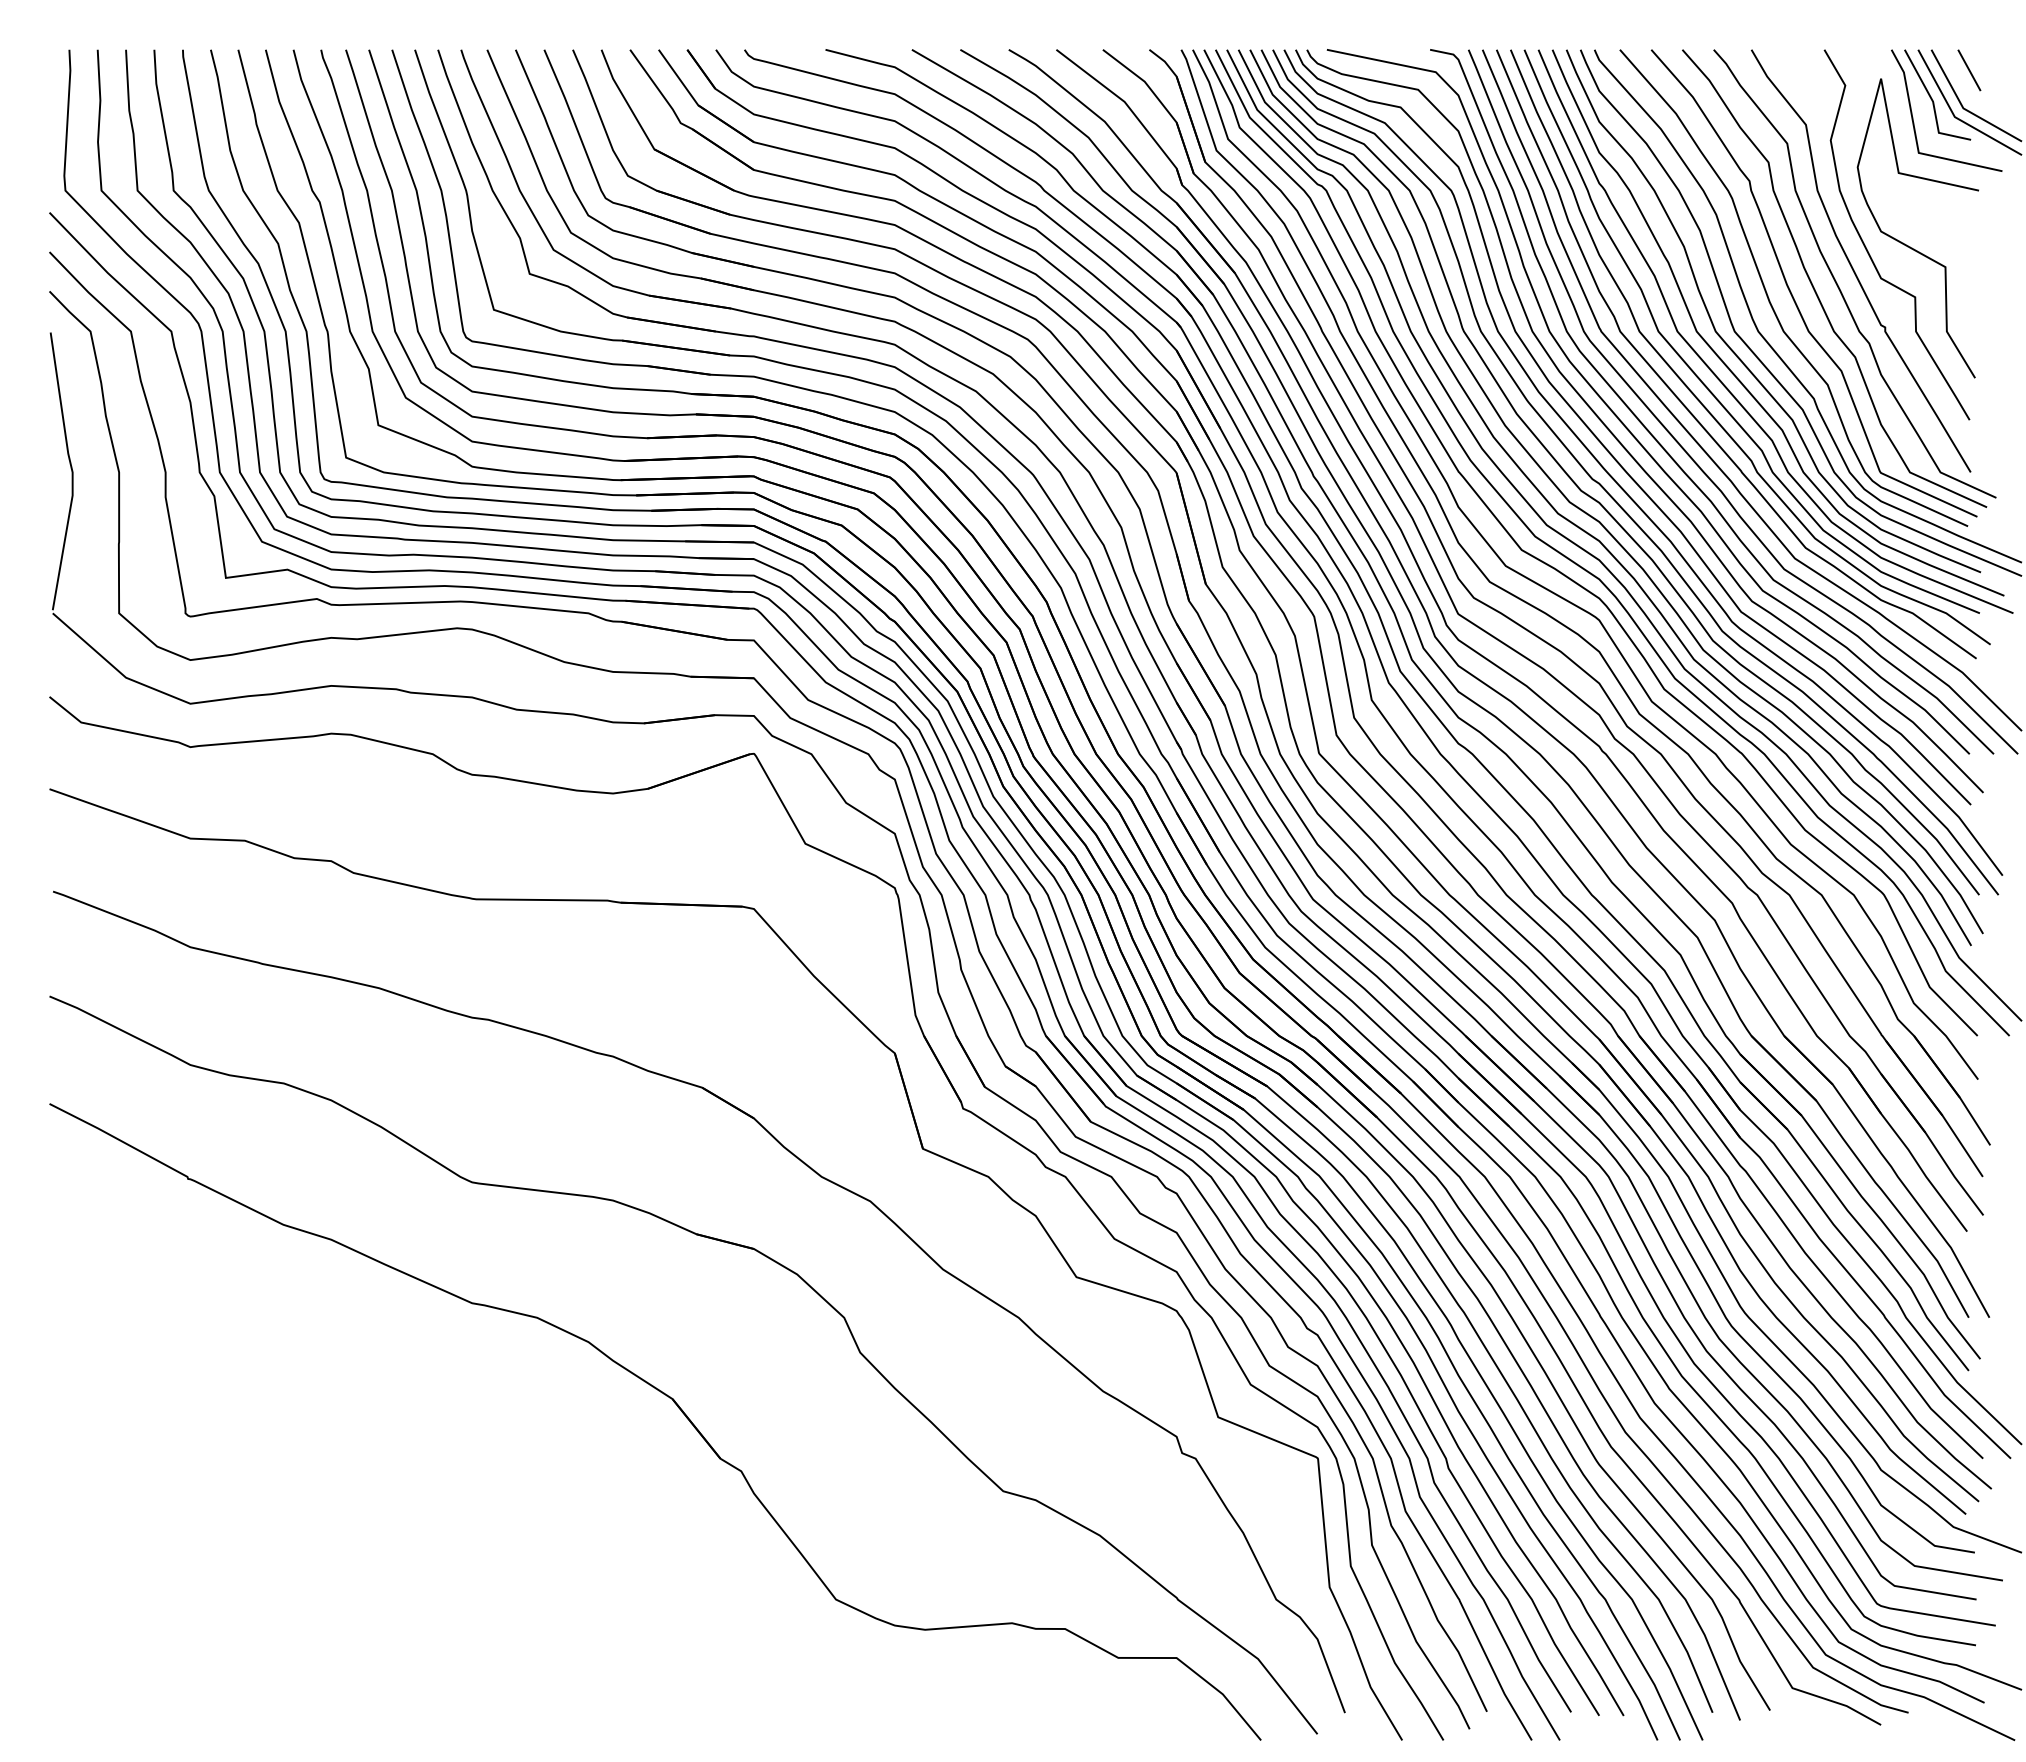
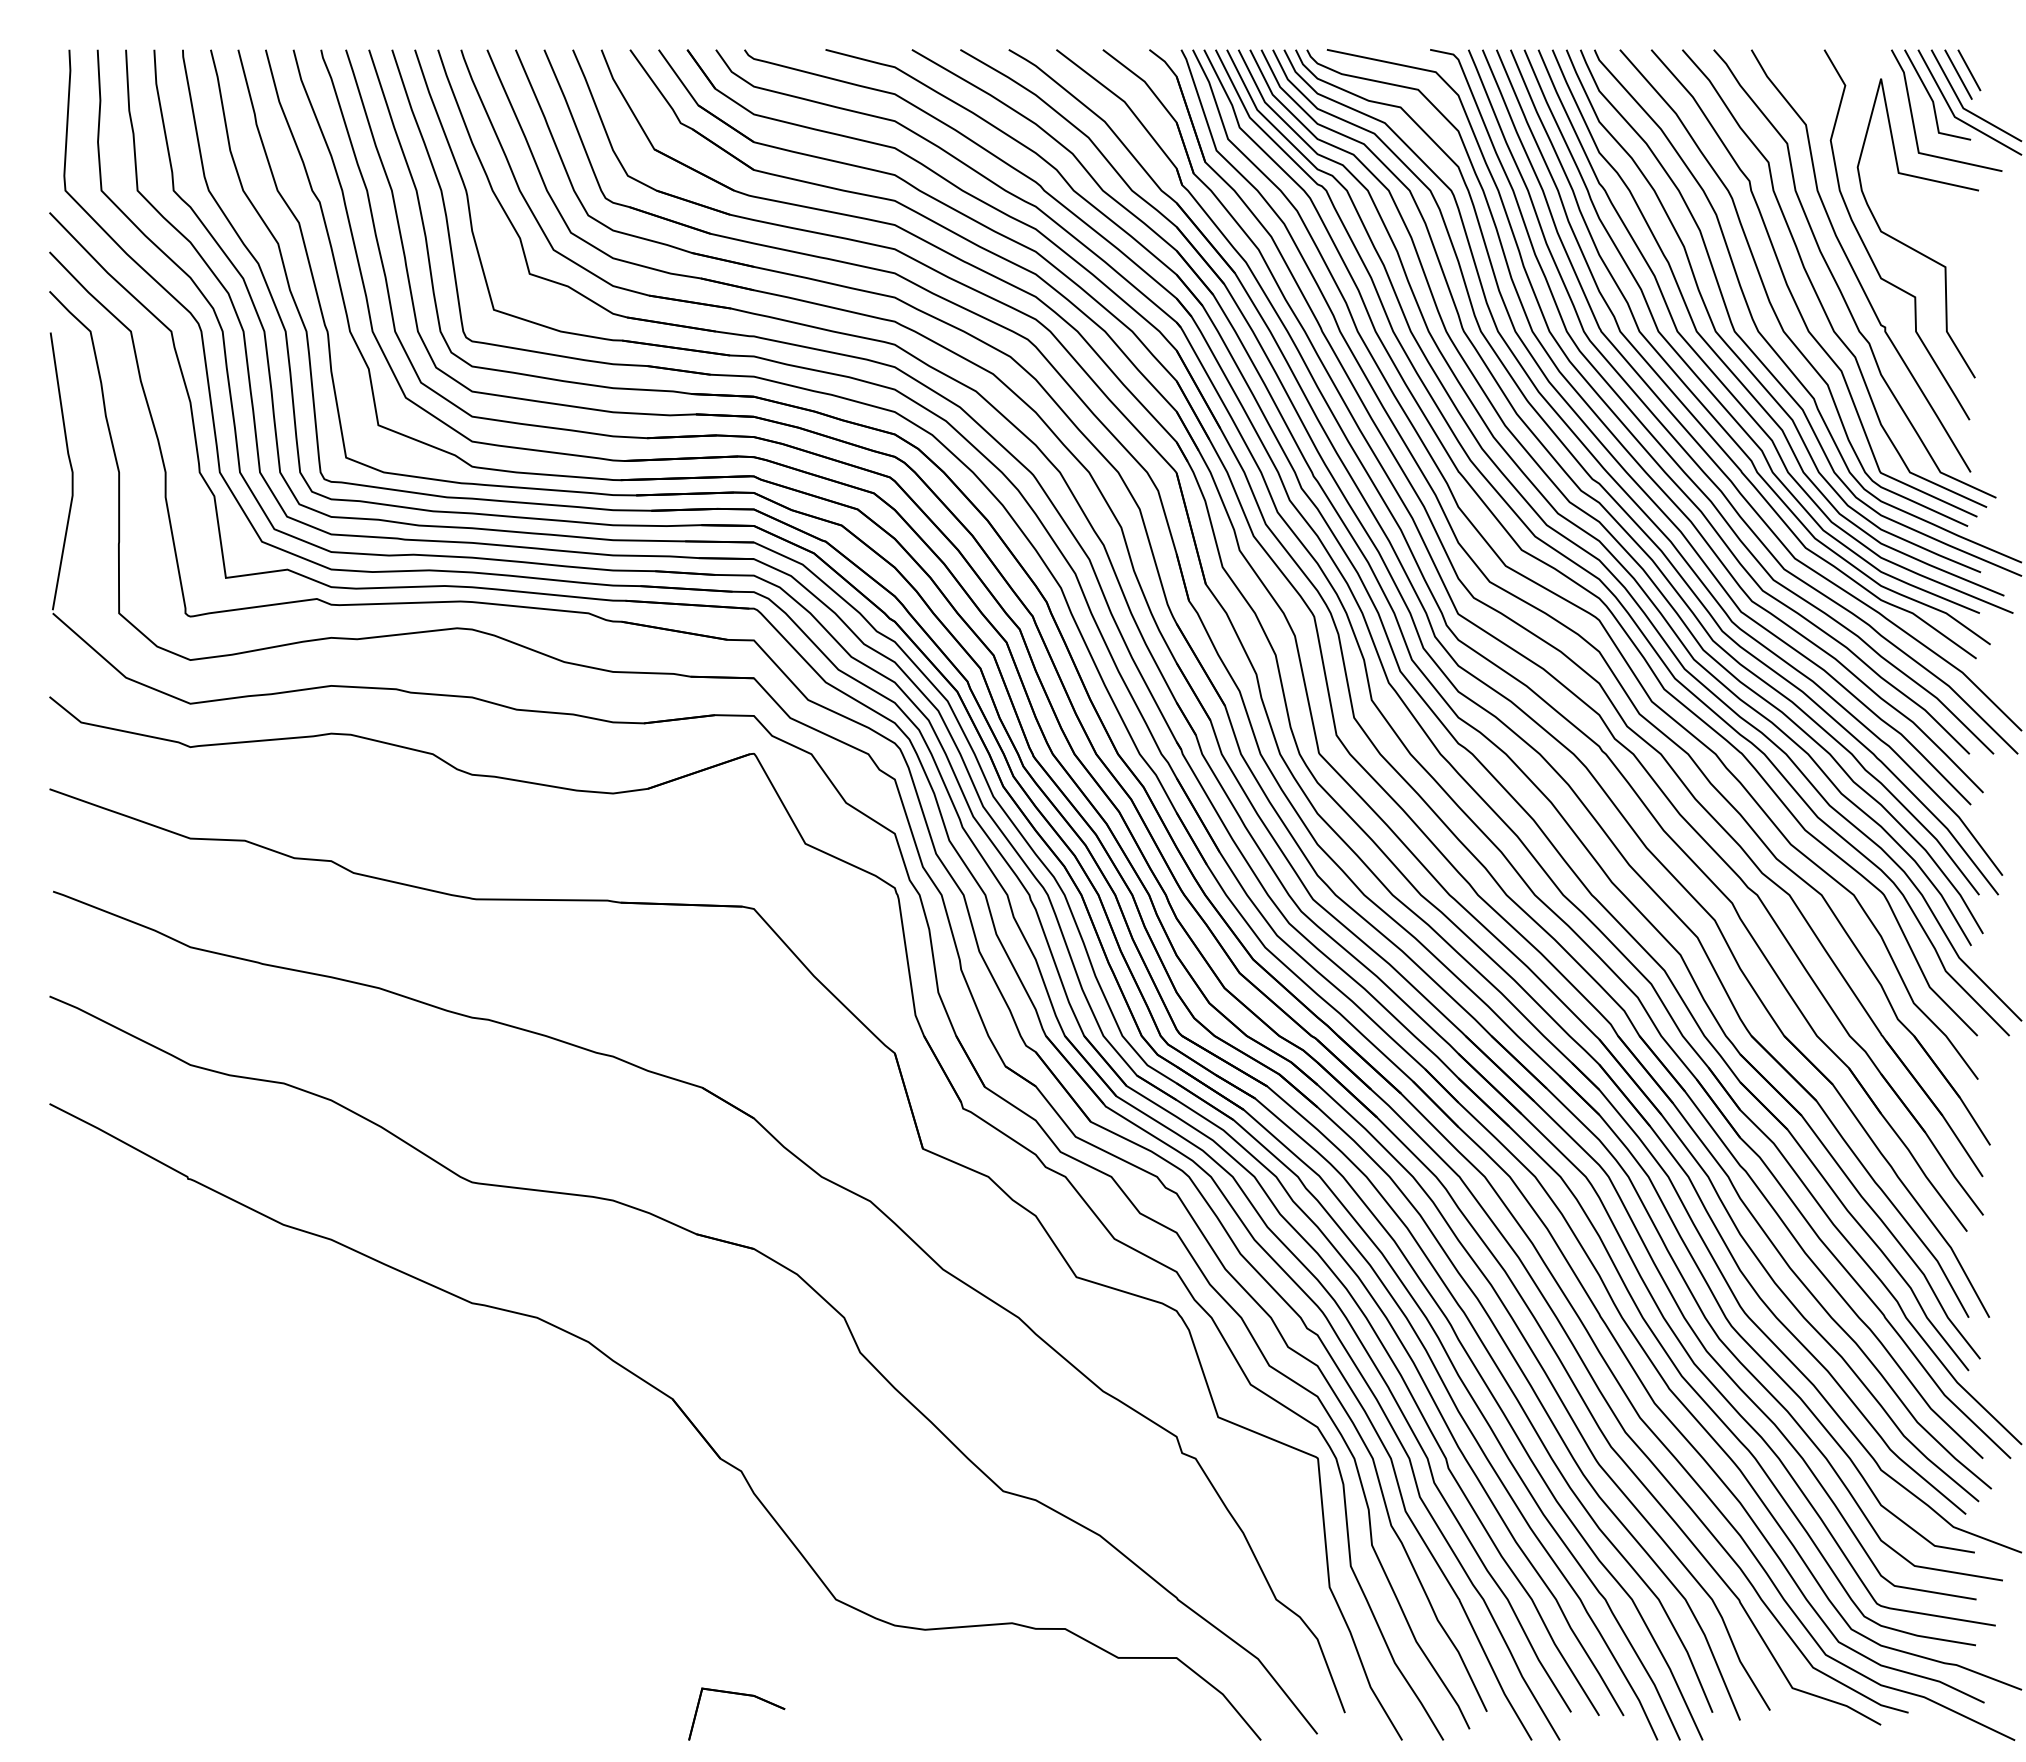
line at (1958, 74): none -> present
part at (741, 1695): none -> present
